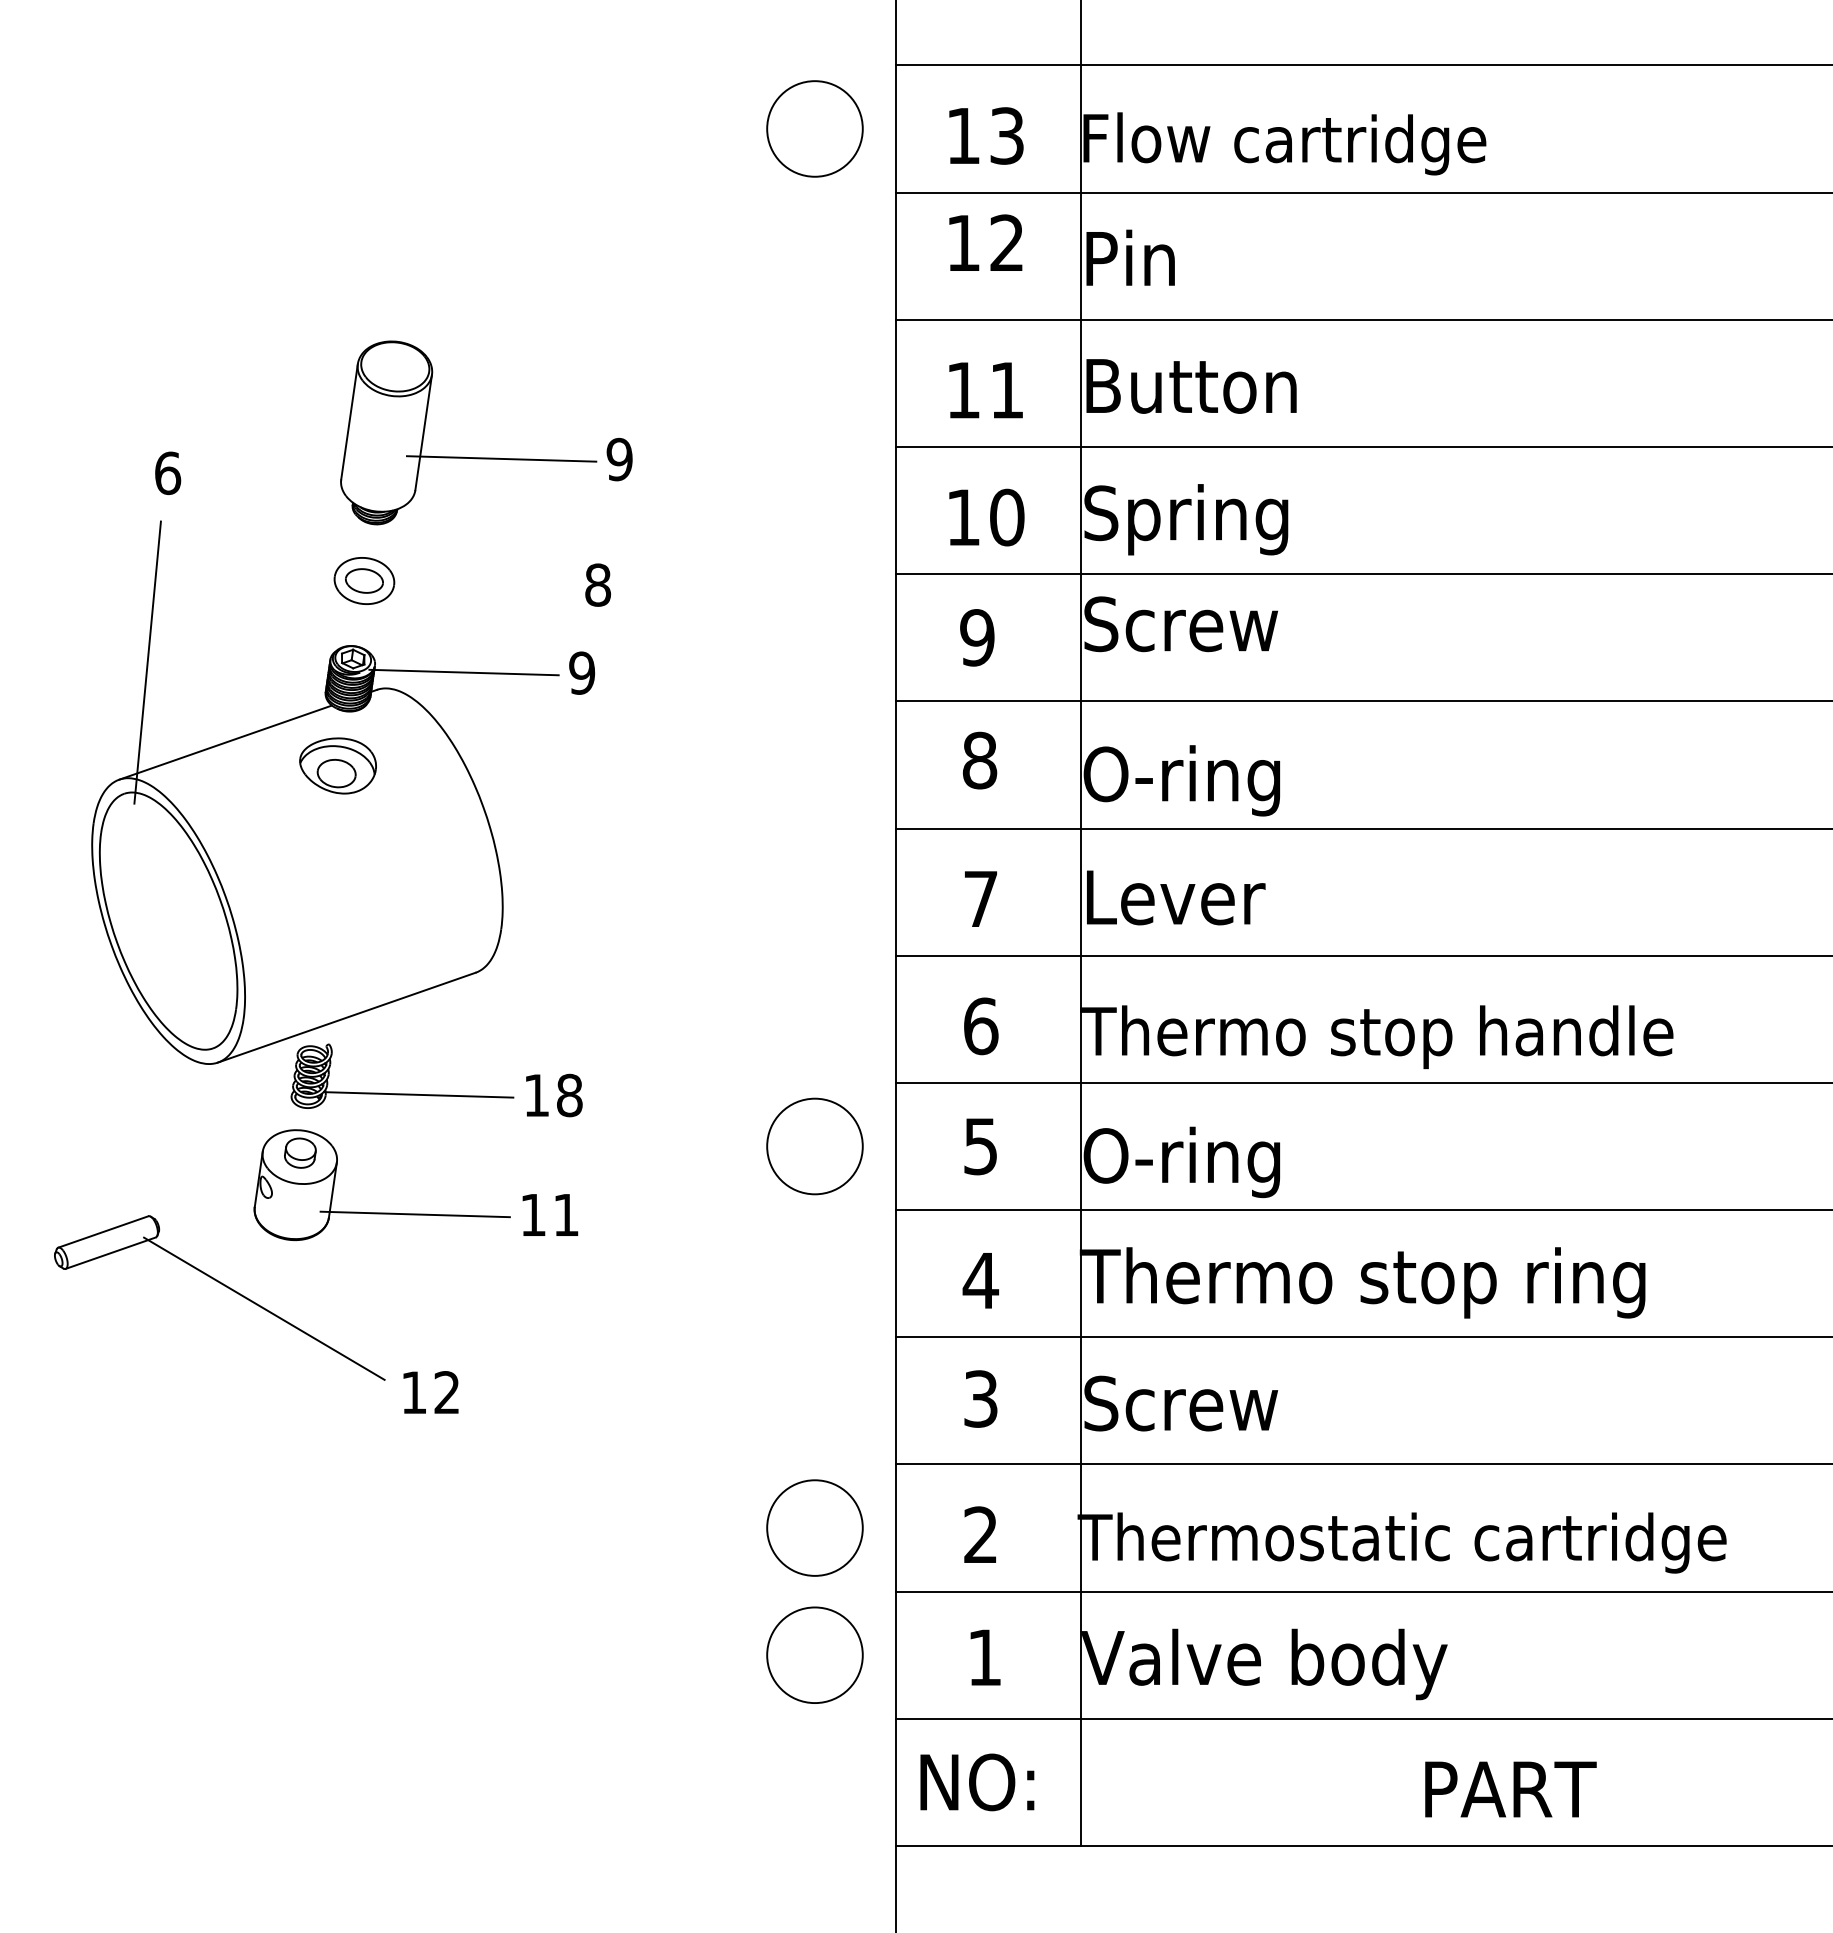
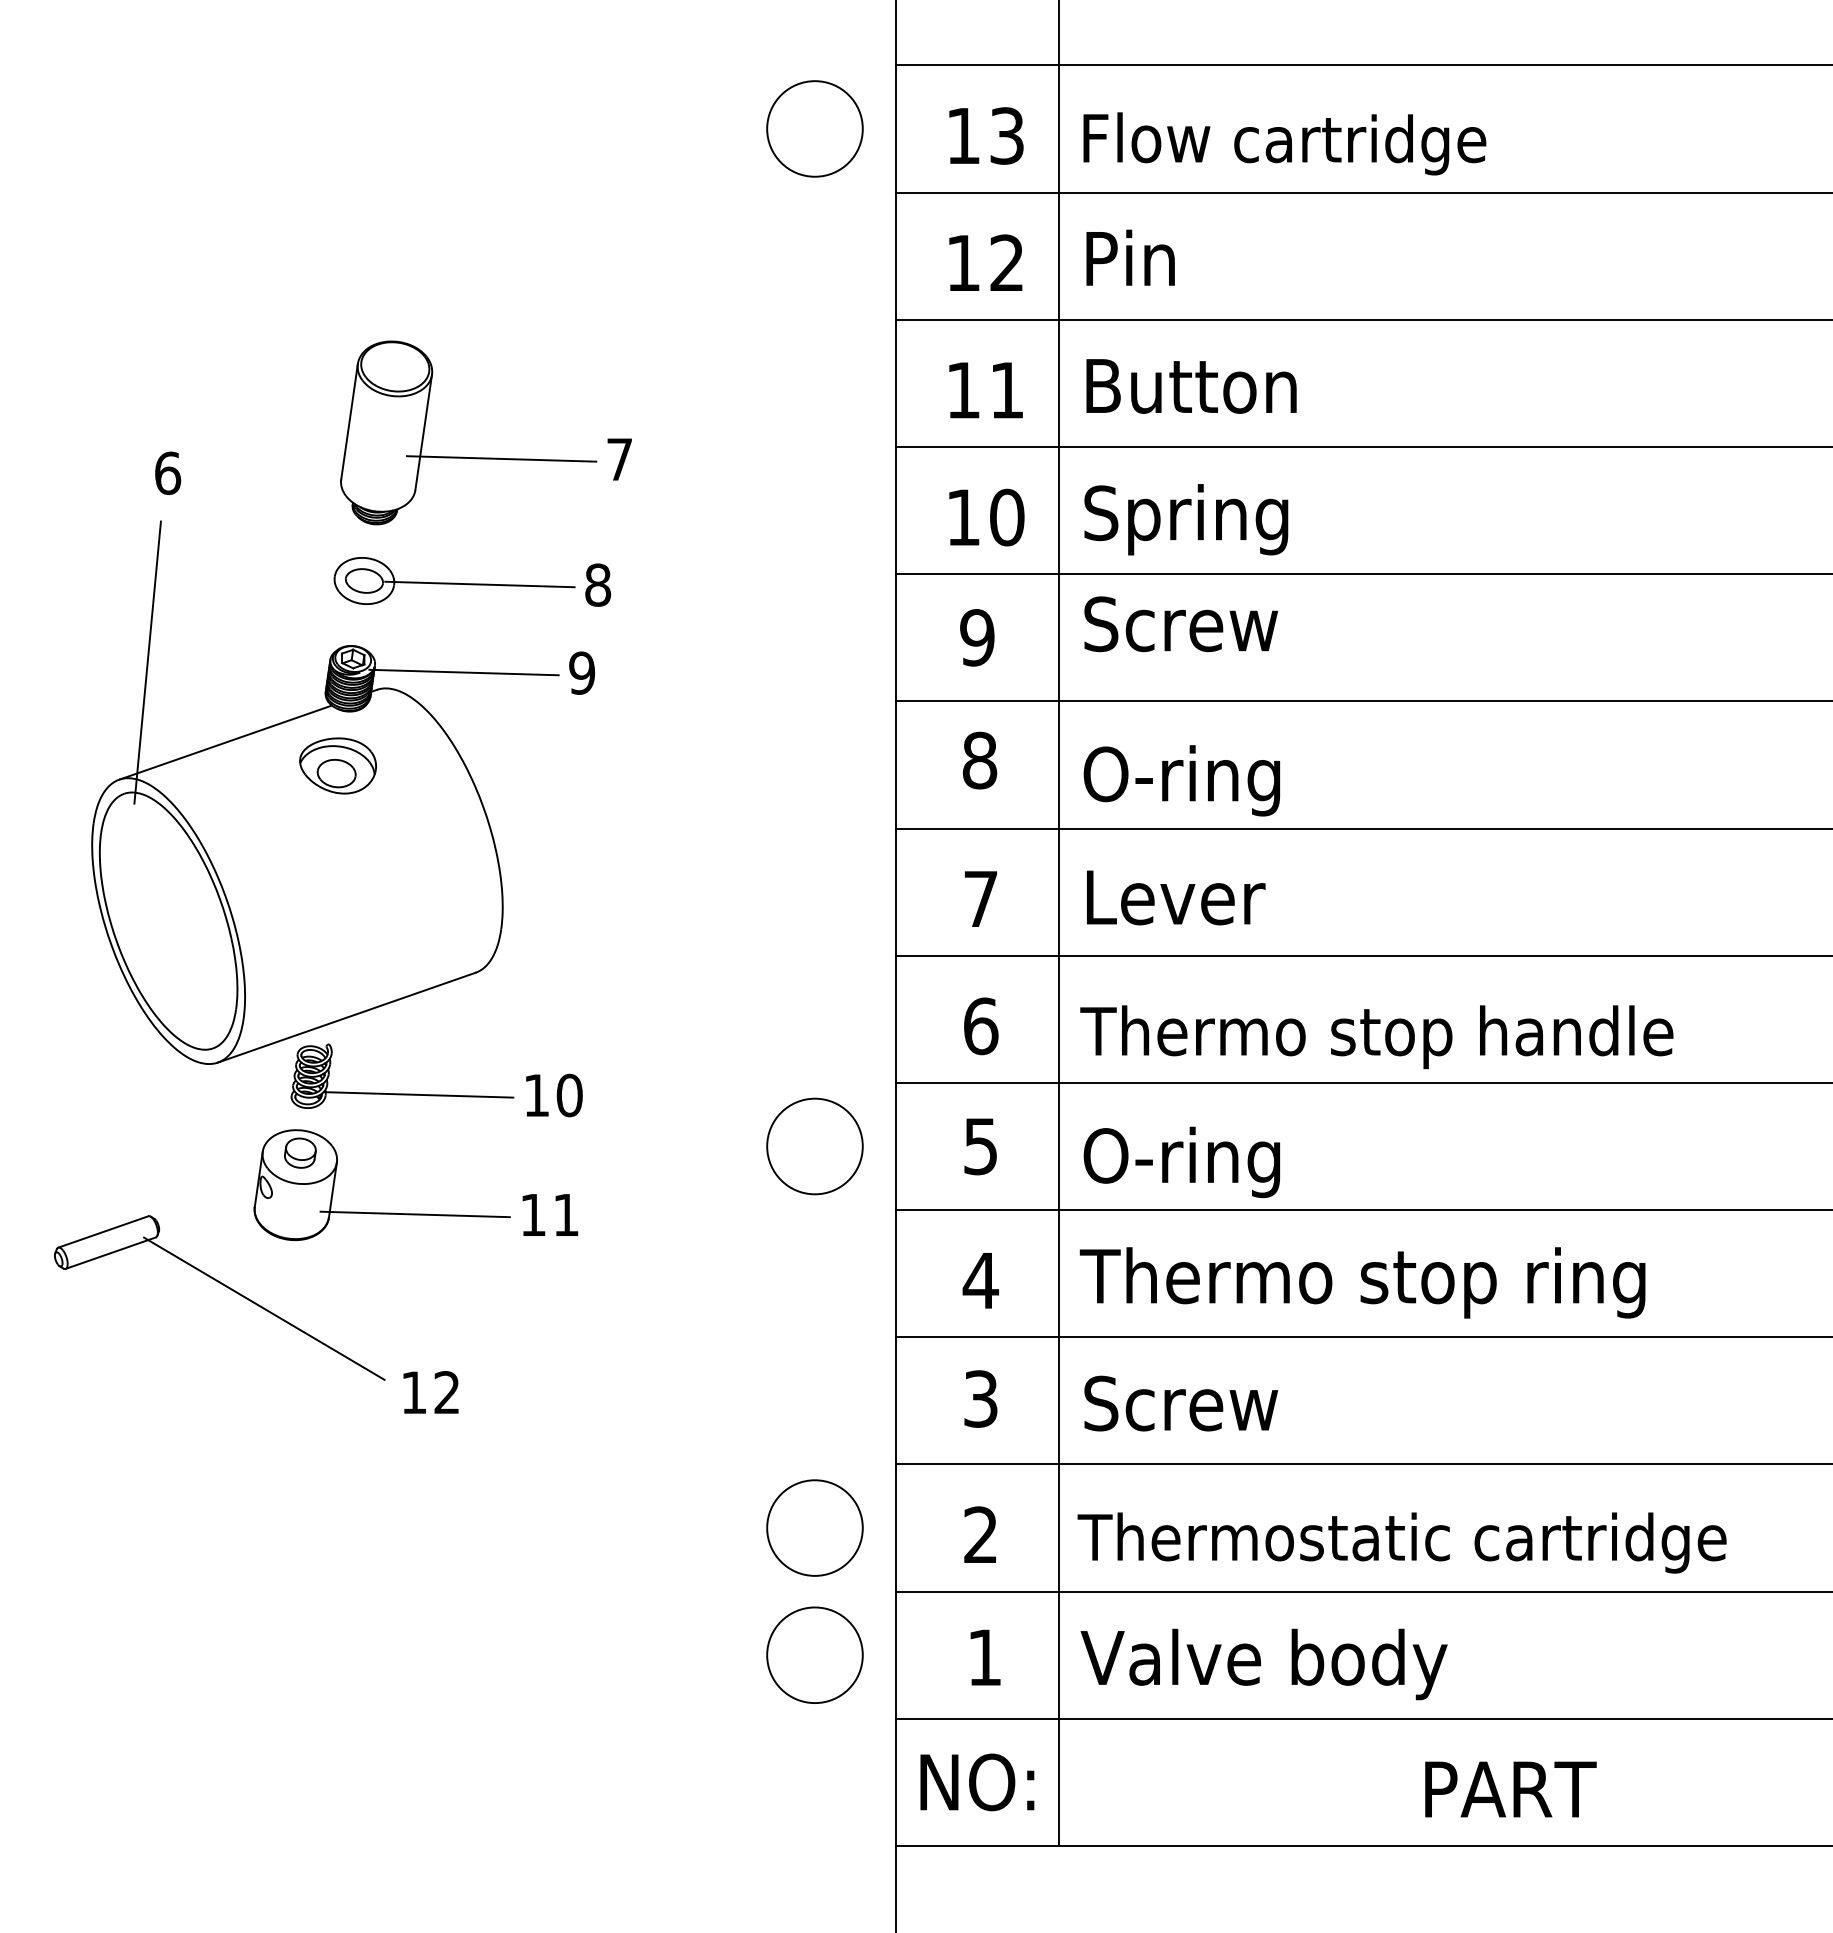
text at (985, 242) position: (985, 242) -> (985, 262)
text at (619, 459): 9 -> 7
line at (479, 584): none -> present
line at (1080, 924) position: (1080, 924) -> (1058, 924)
text at (569, 1095): 18 -> 10
